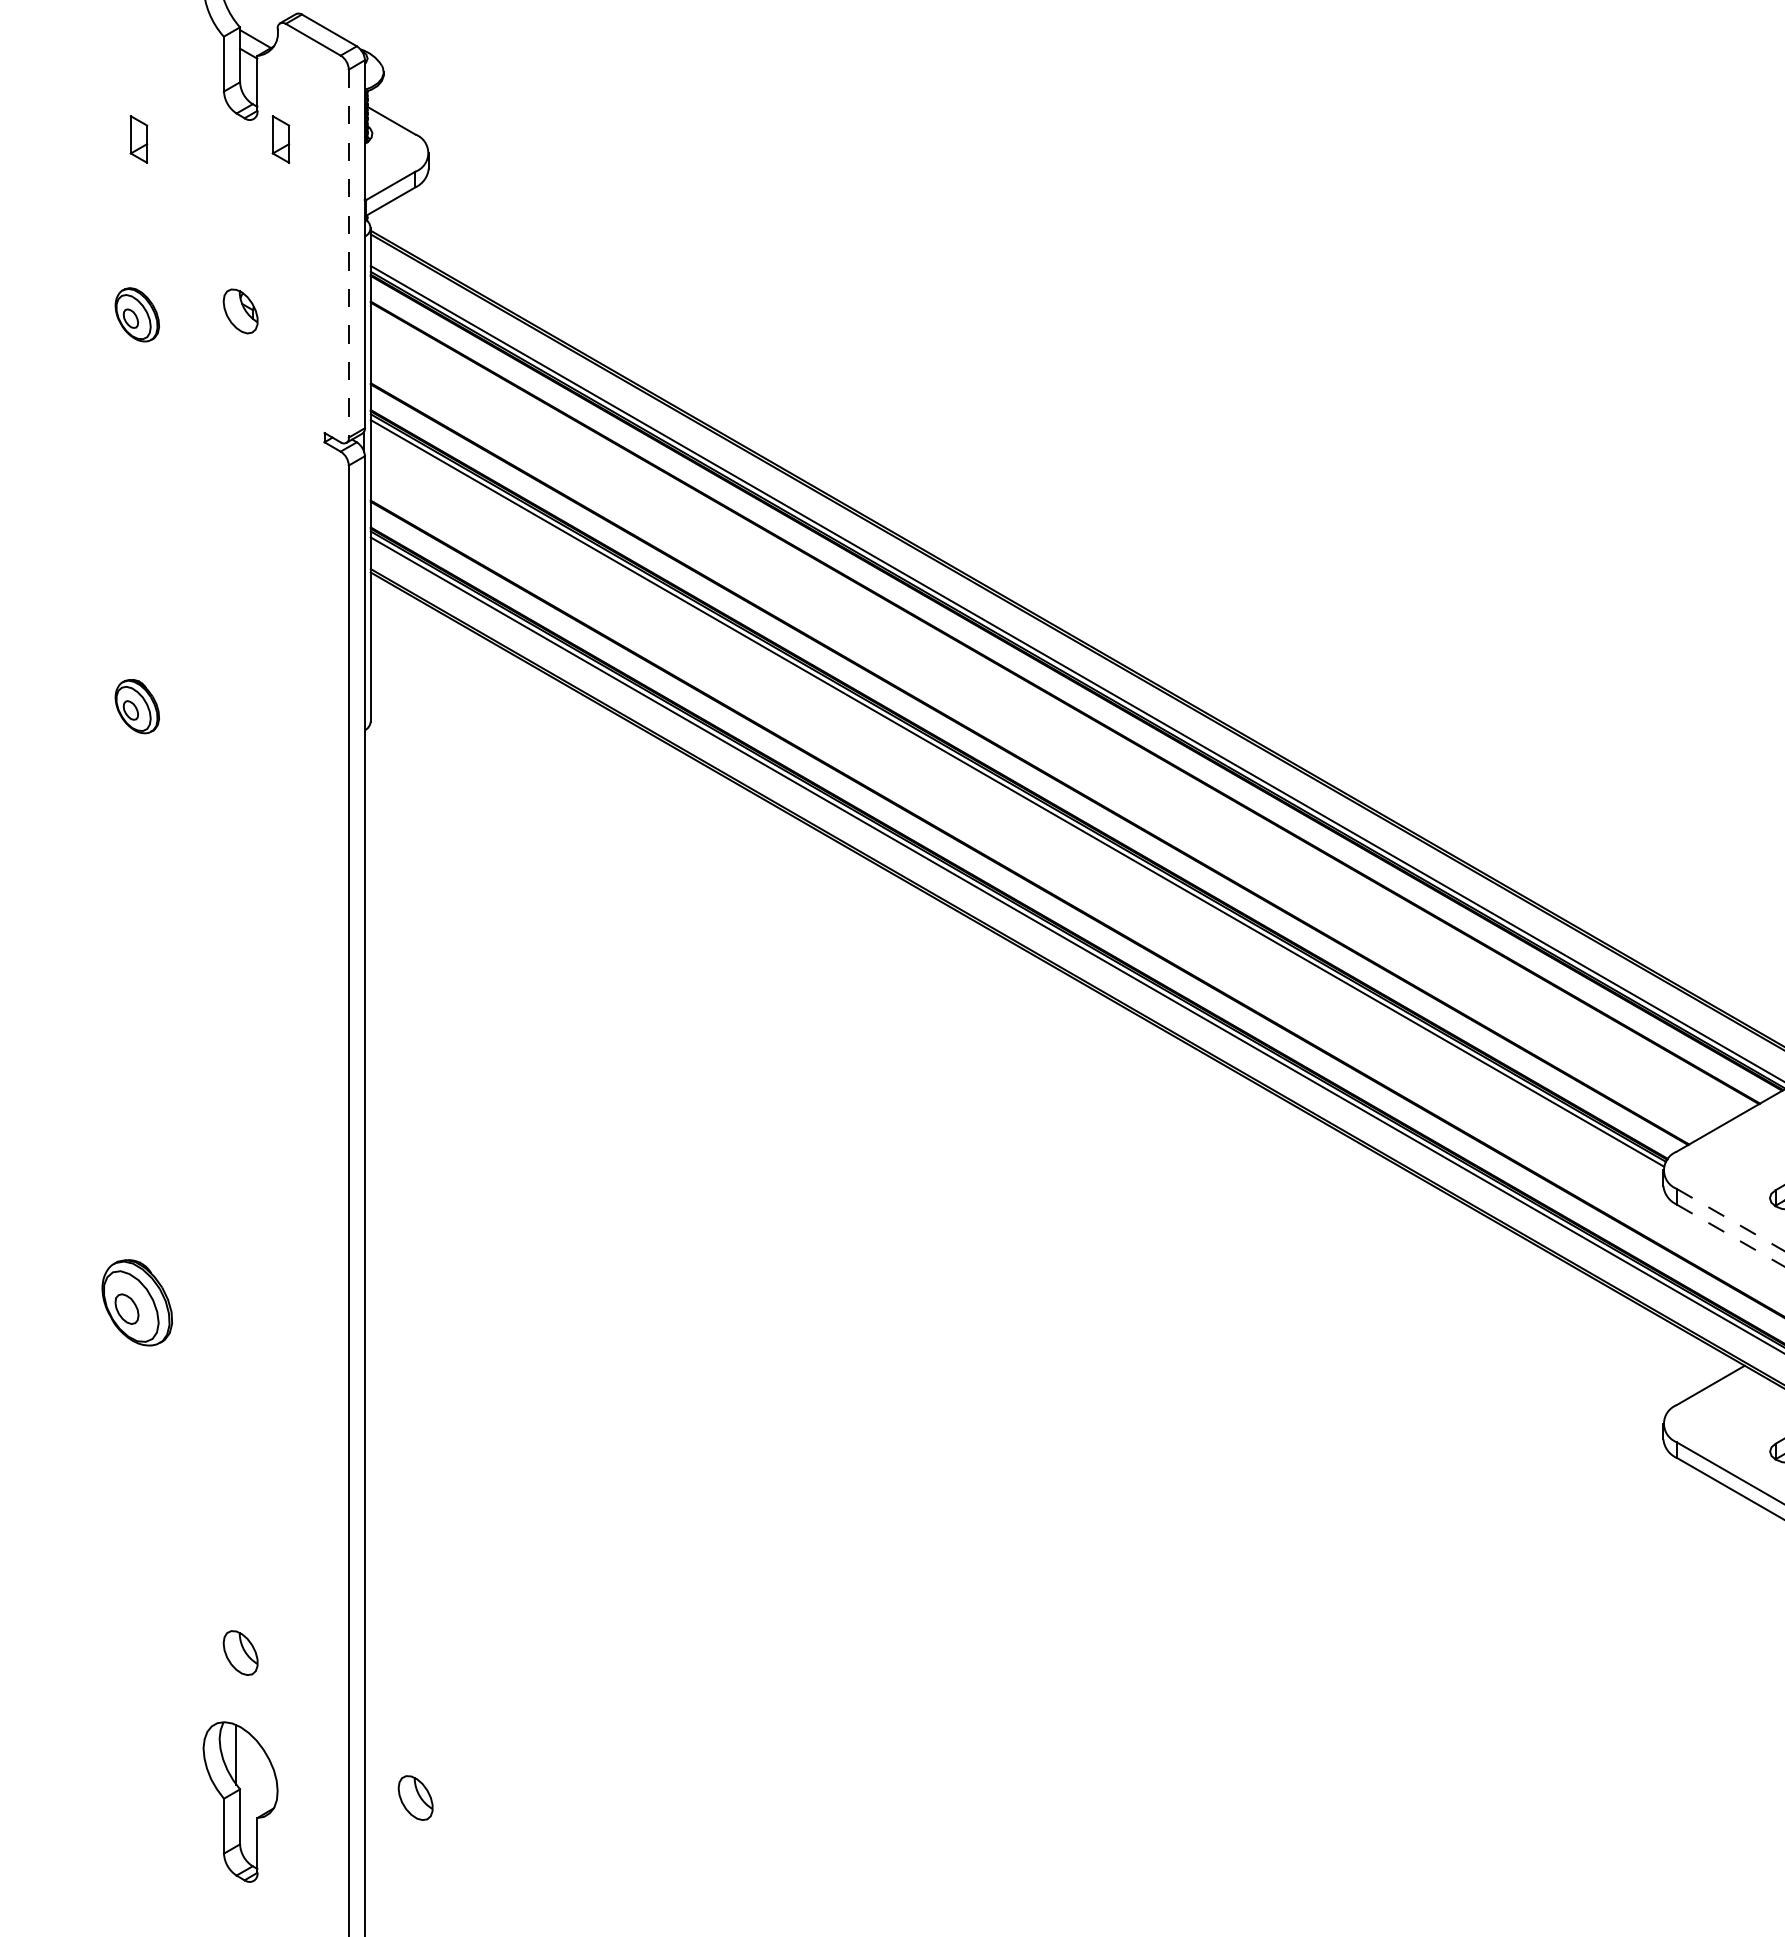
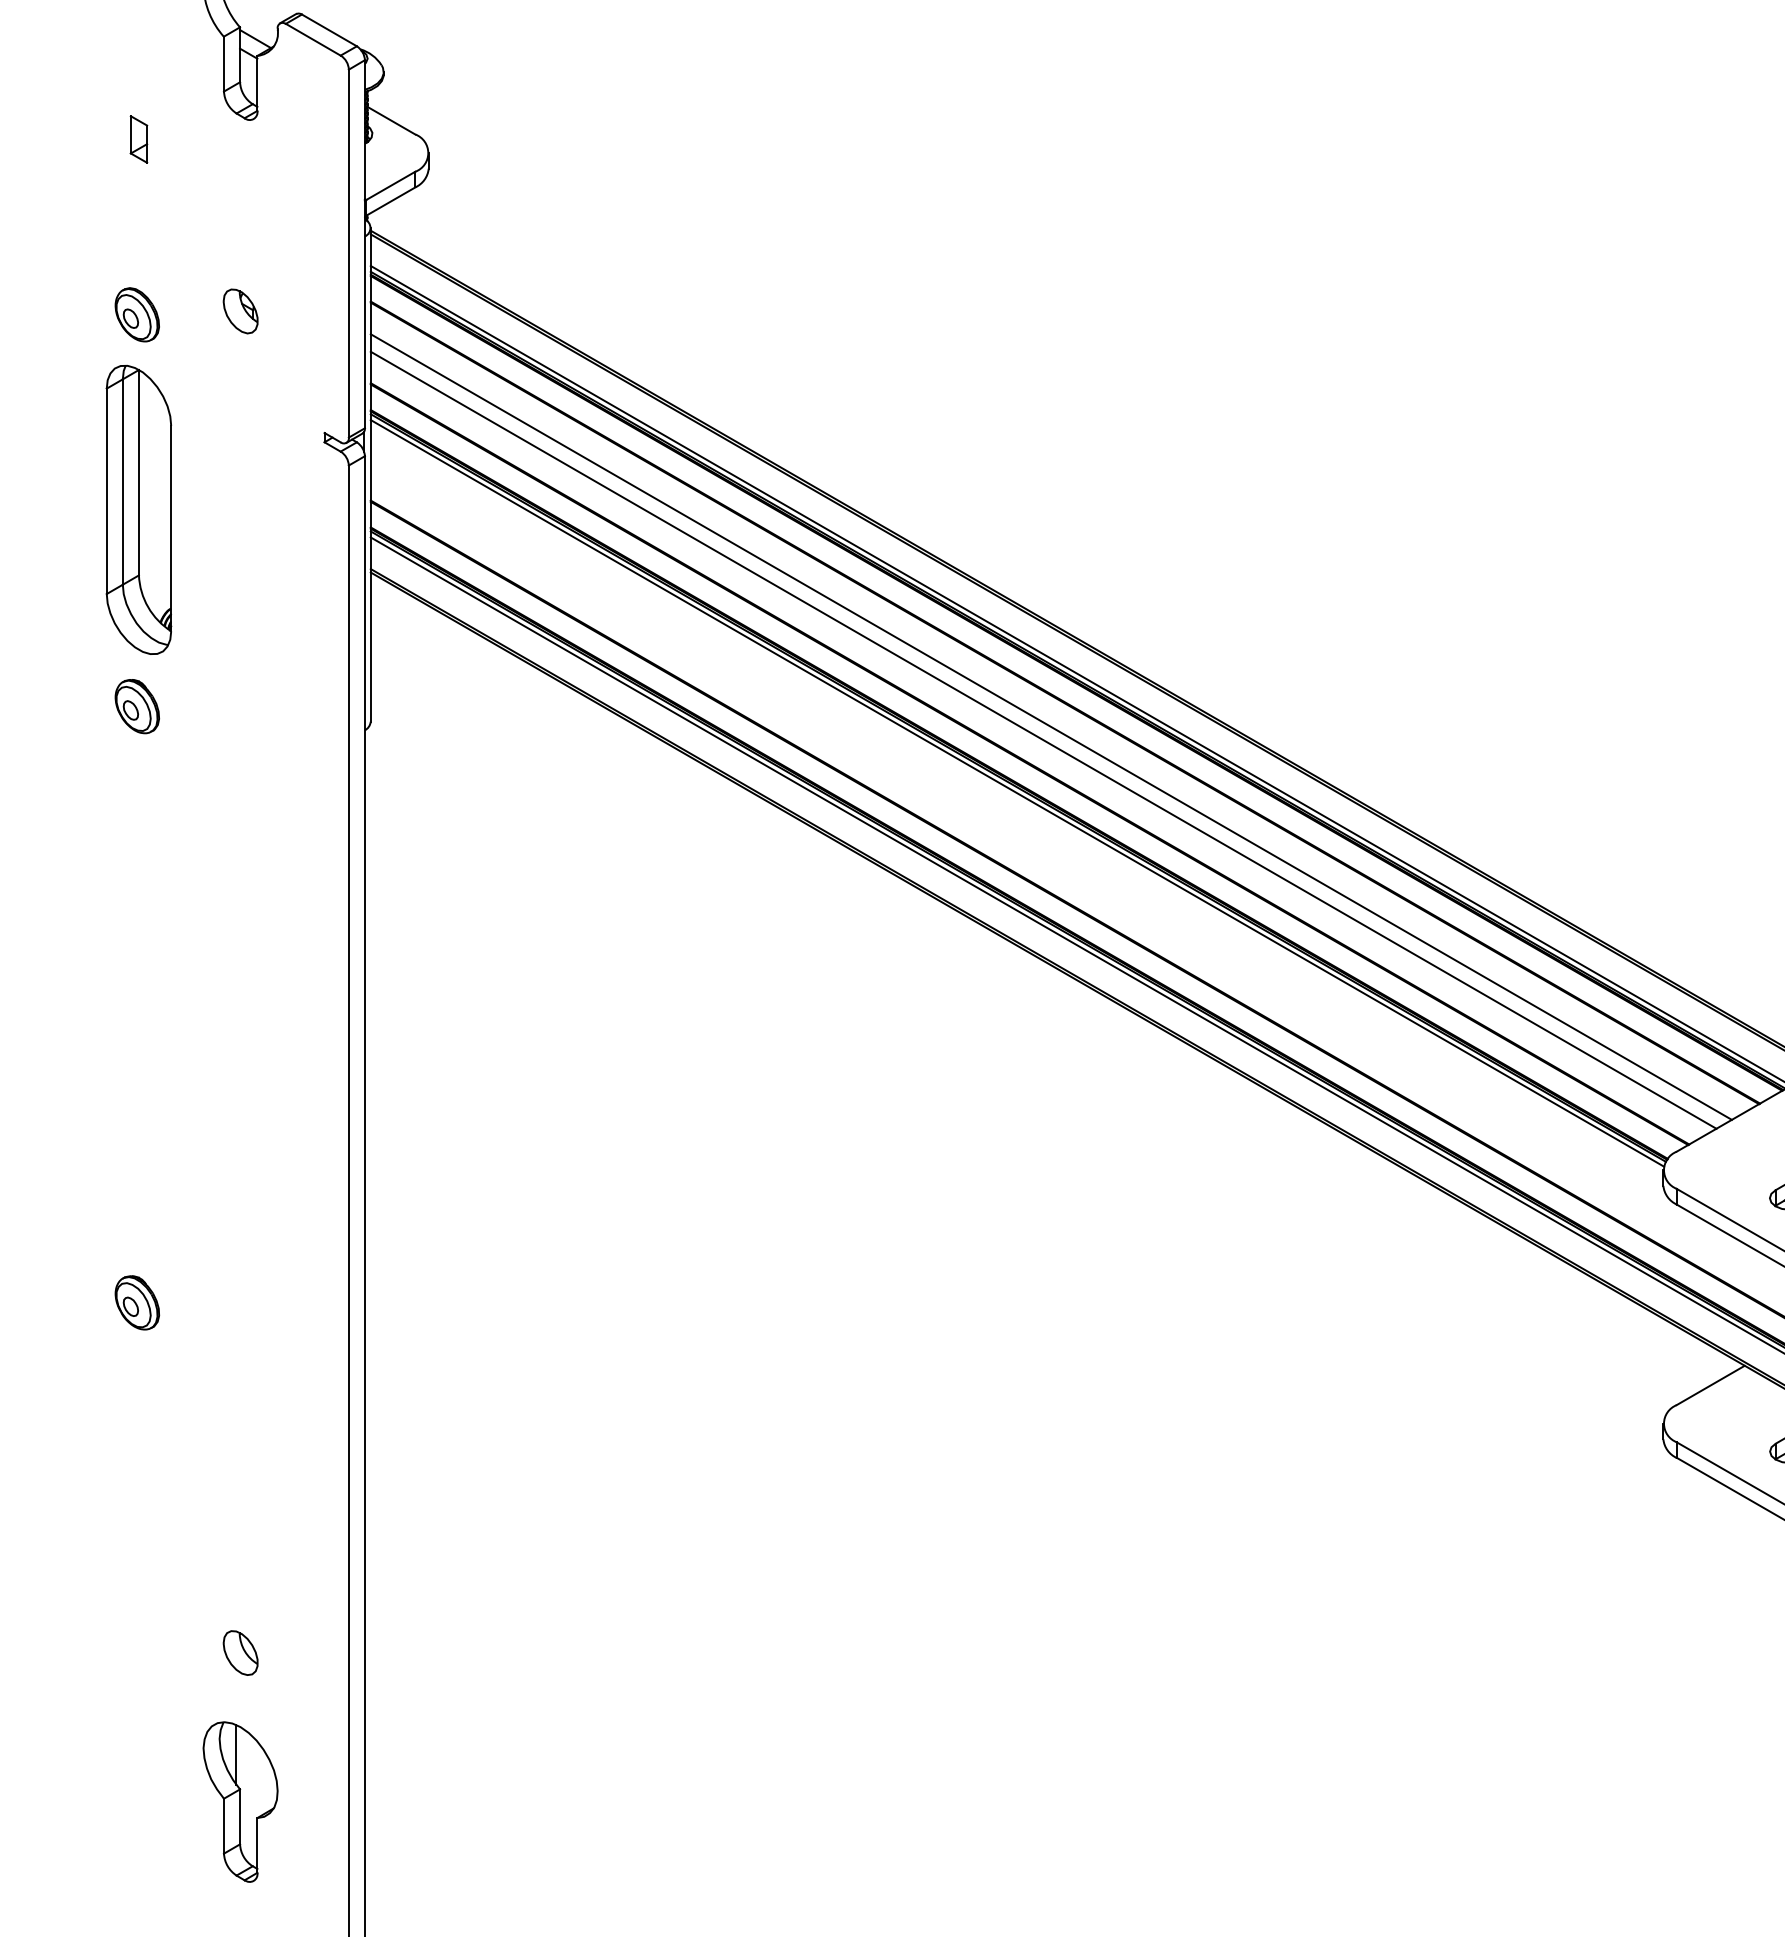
part at (280, 139): present -> none
line at (348, 253): dashed -> solid
part at (138, 509): none -> present
line at (1050, 726): none -> present
line at (1043, 739): none -> present
line at (1731, 1220): dashed -> solid
line at (1731, 1235): dashed -> solid
part at (136, 1302) size: 72x88 px -> 47x56 px
part at (415, 1797): present -> none
